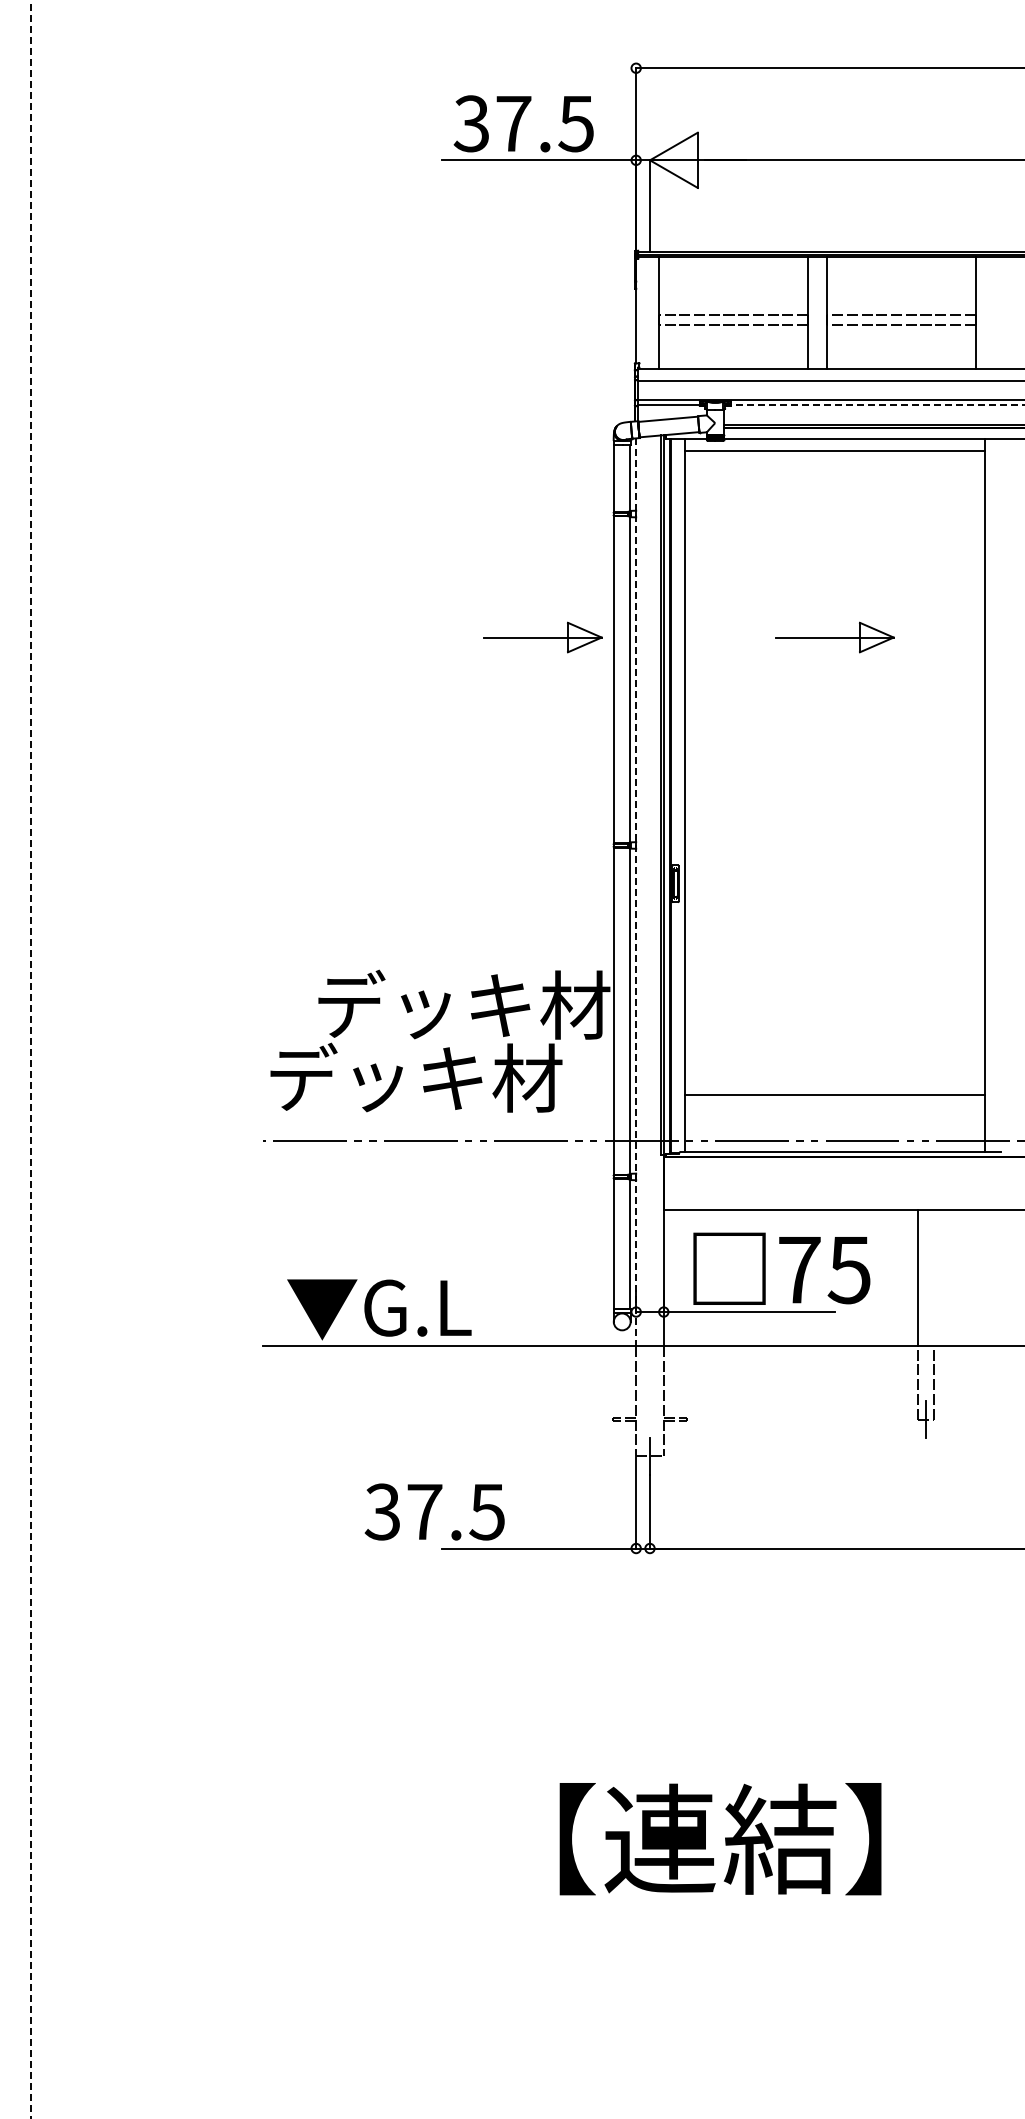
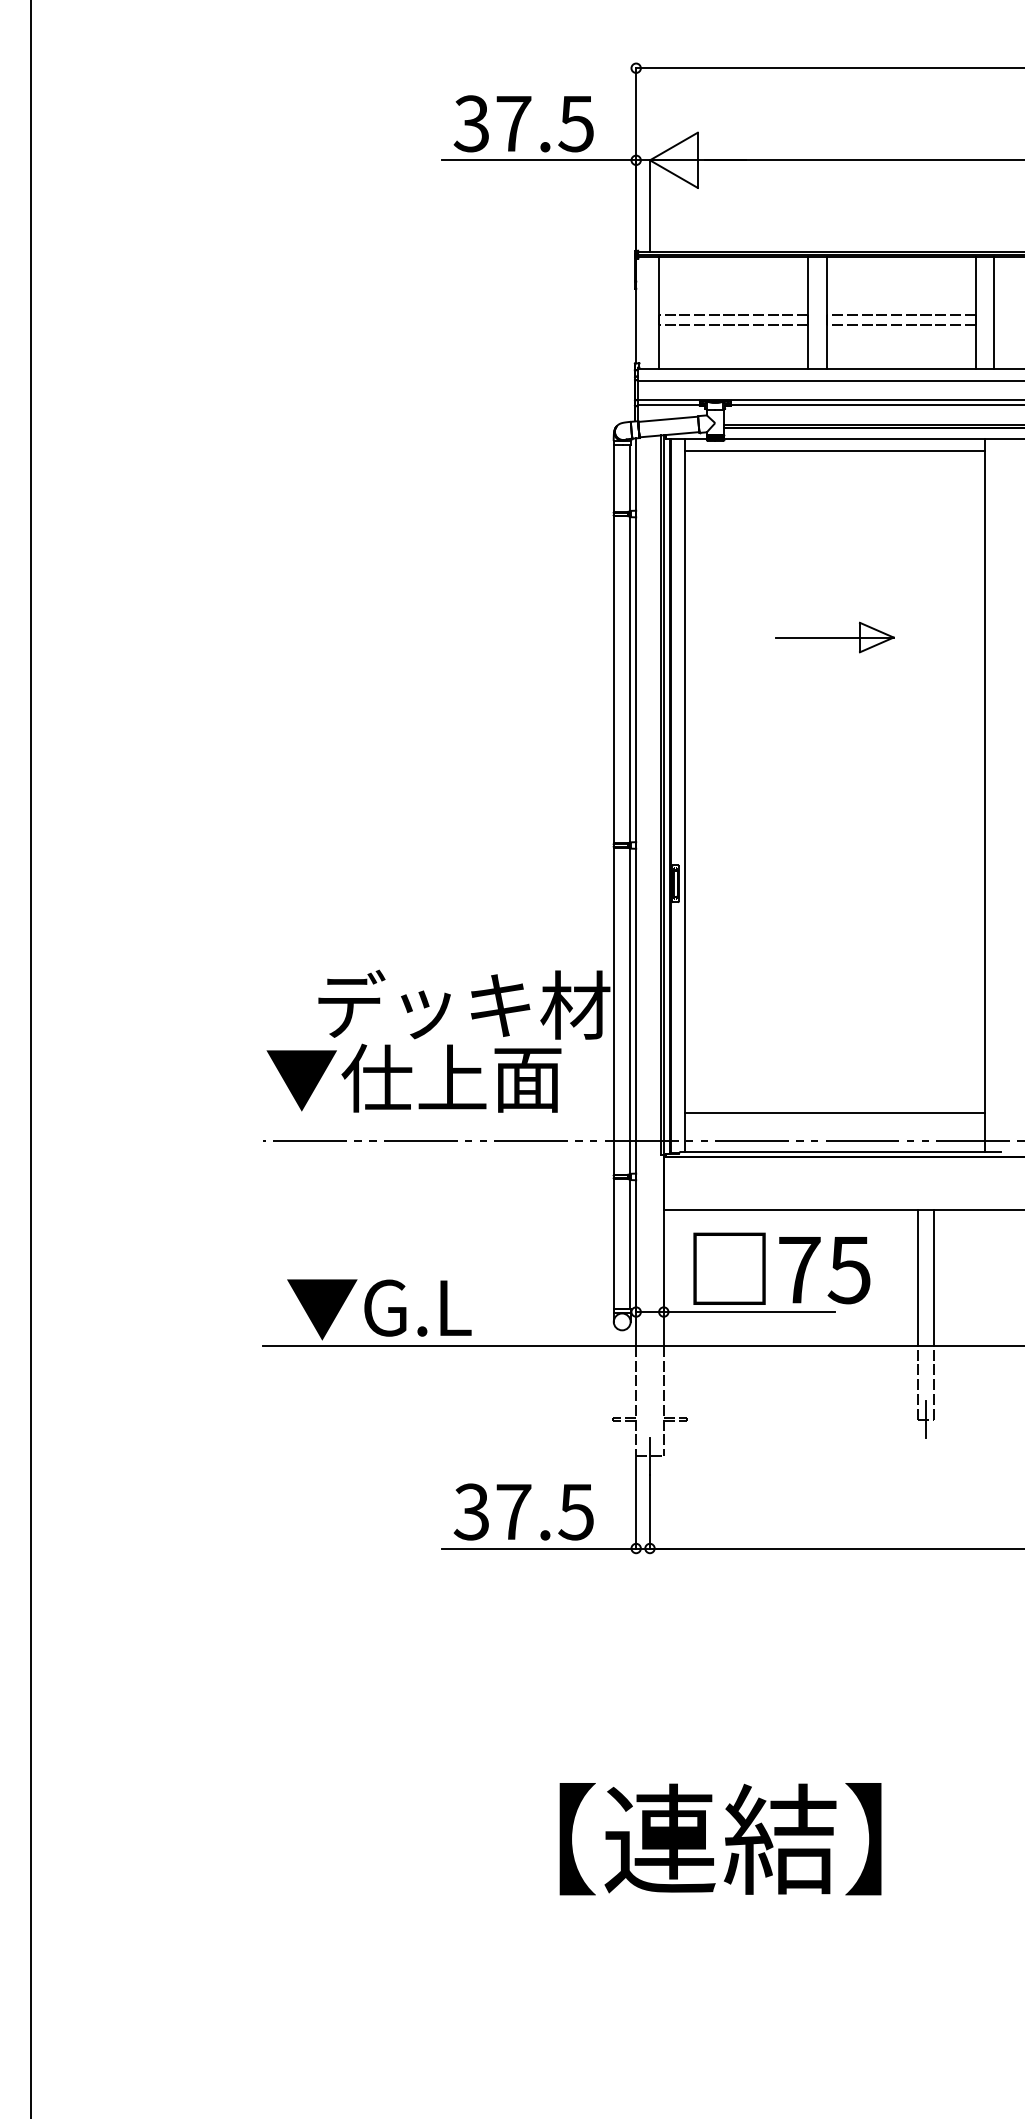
line at (994, 312): none -> present
line at (877, 405): dashed -> solid
part at (542, 637): present -> none
line at (636, 892): dashed -> solid
line at (30, 1058): dashed -> solid
text at (414, 1077): デッキ材 -> ▼仕上面
line at (834, 1094) position: (834, 1094) -> (834, 1112)
line at (934, 1277): none -> present
text at (434, 1511) position: (434, 1511) -> (523, 1511)
